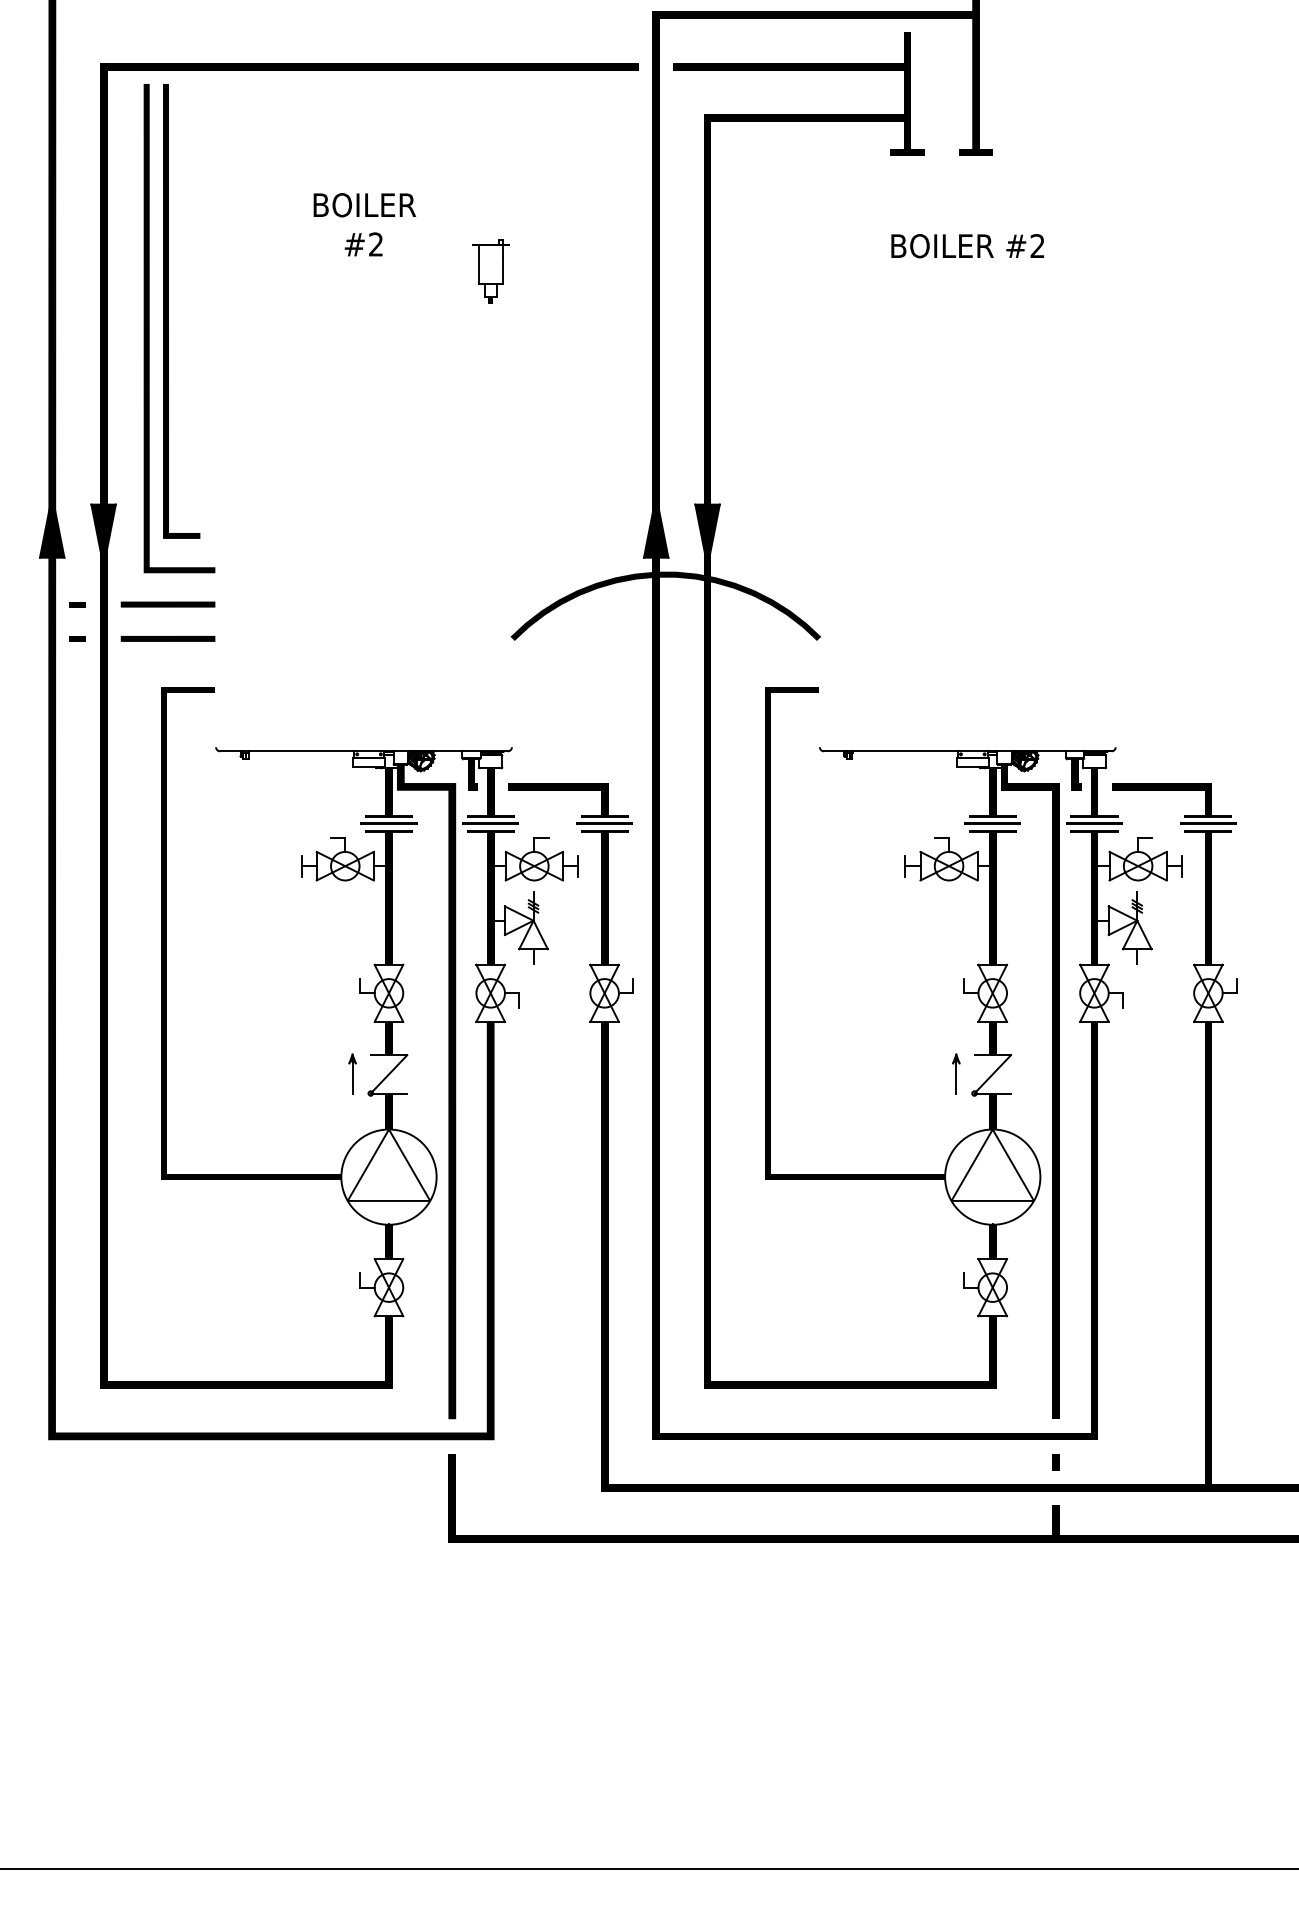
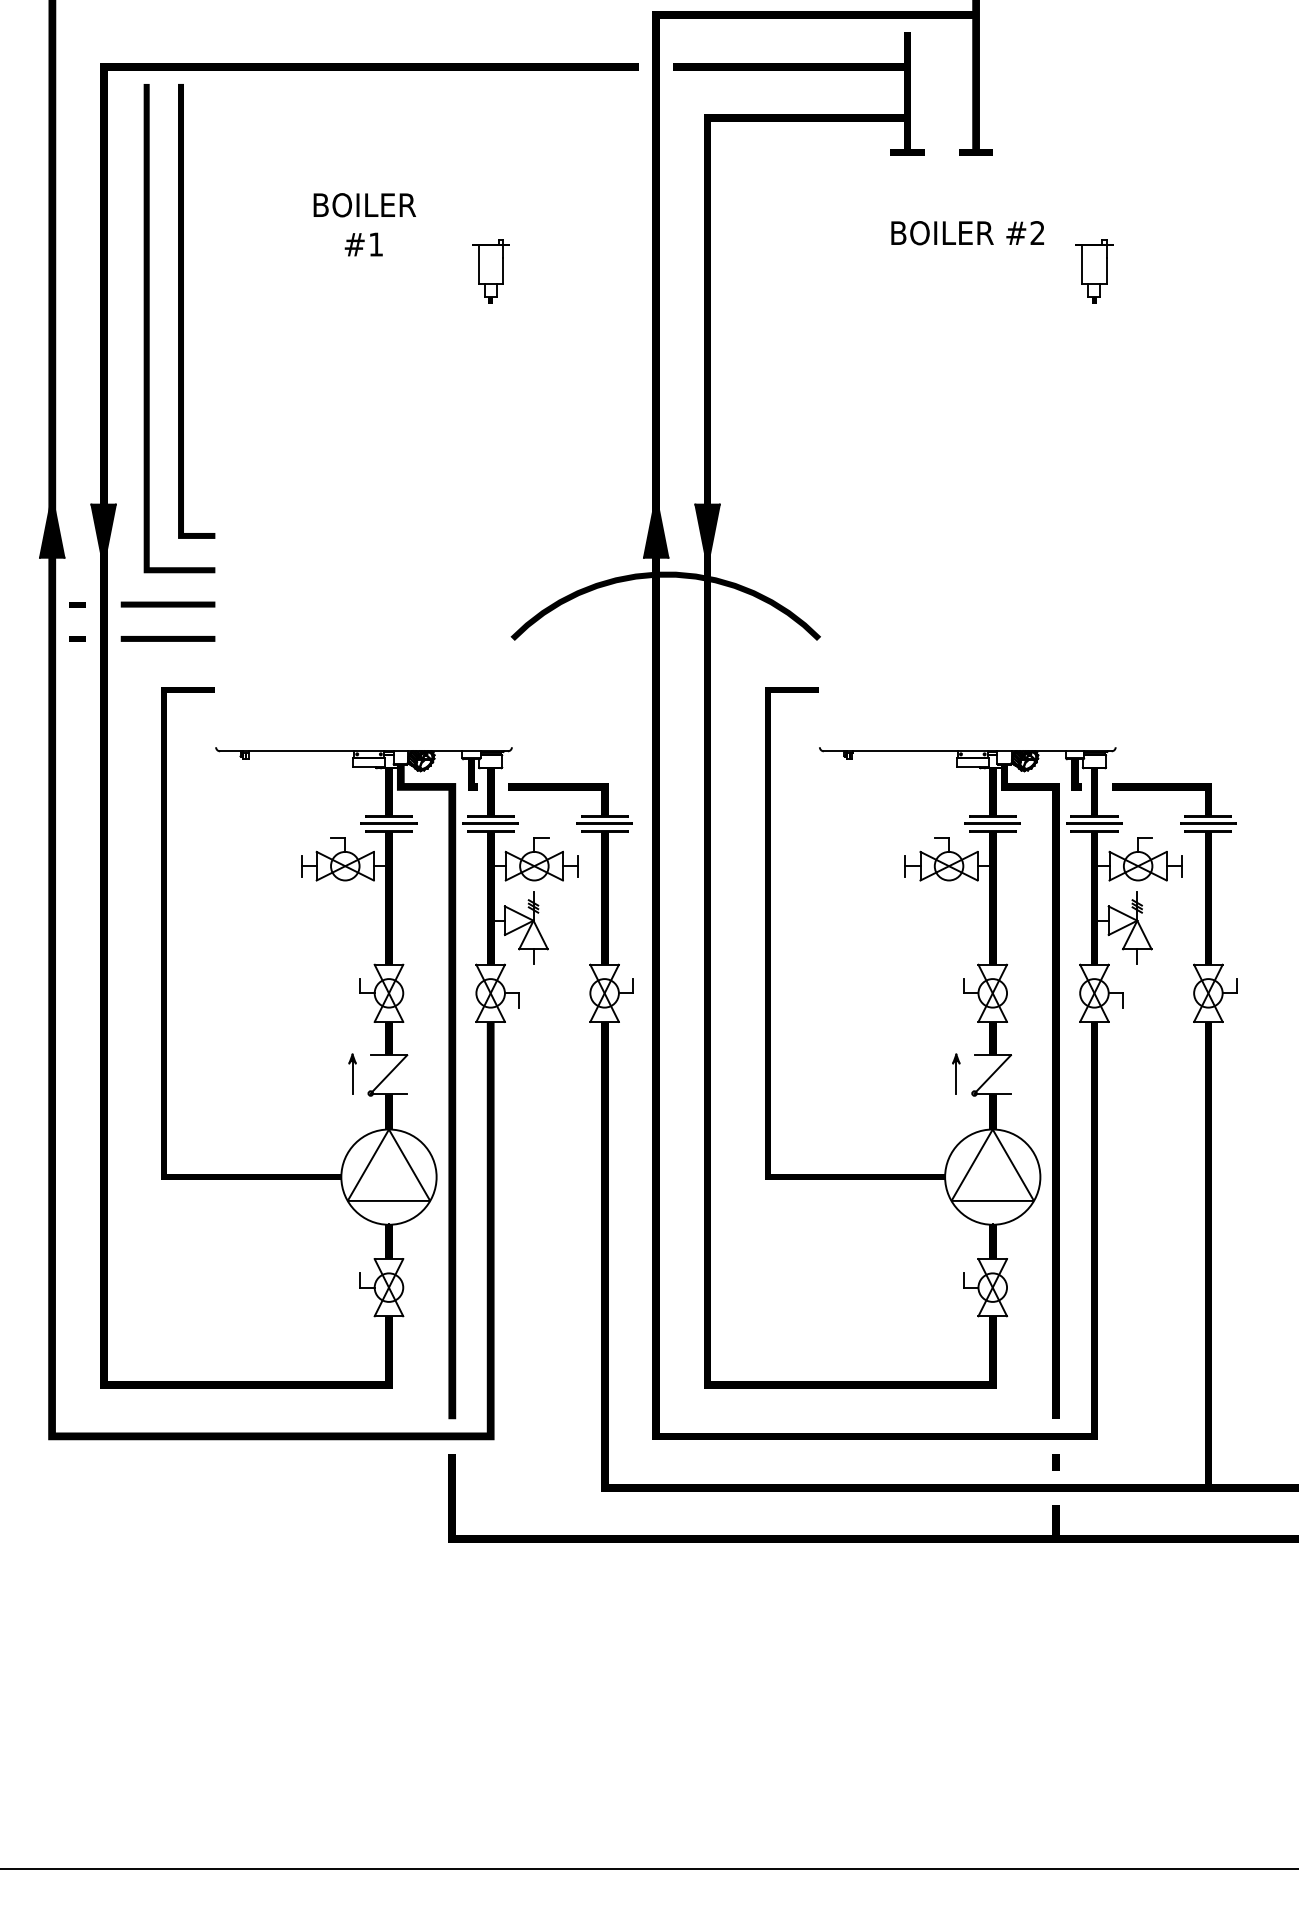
text at (375, 244): #2 -> #1
text at (967, 246) position: (967, 246) -> (967, 233)
part at (1094, 271): none -> present
line at (168, 311) position: (168, 311) -> (183, 311)
